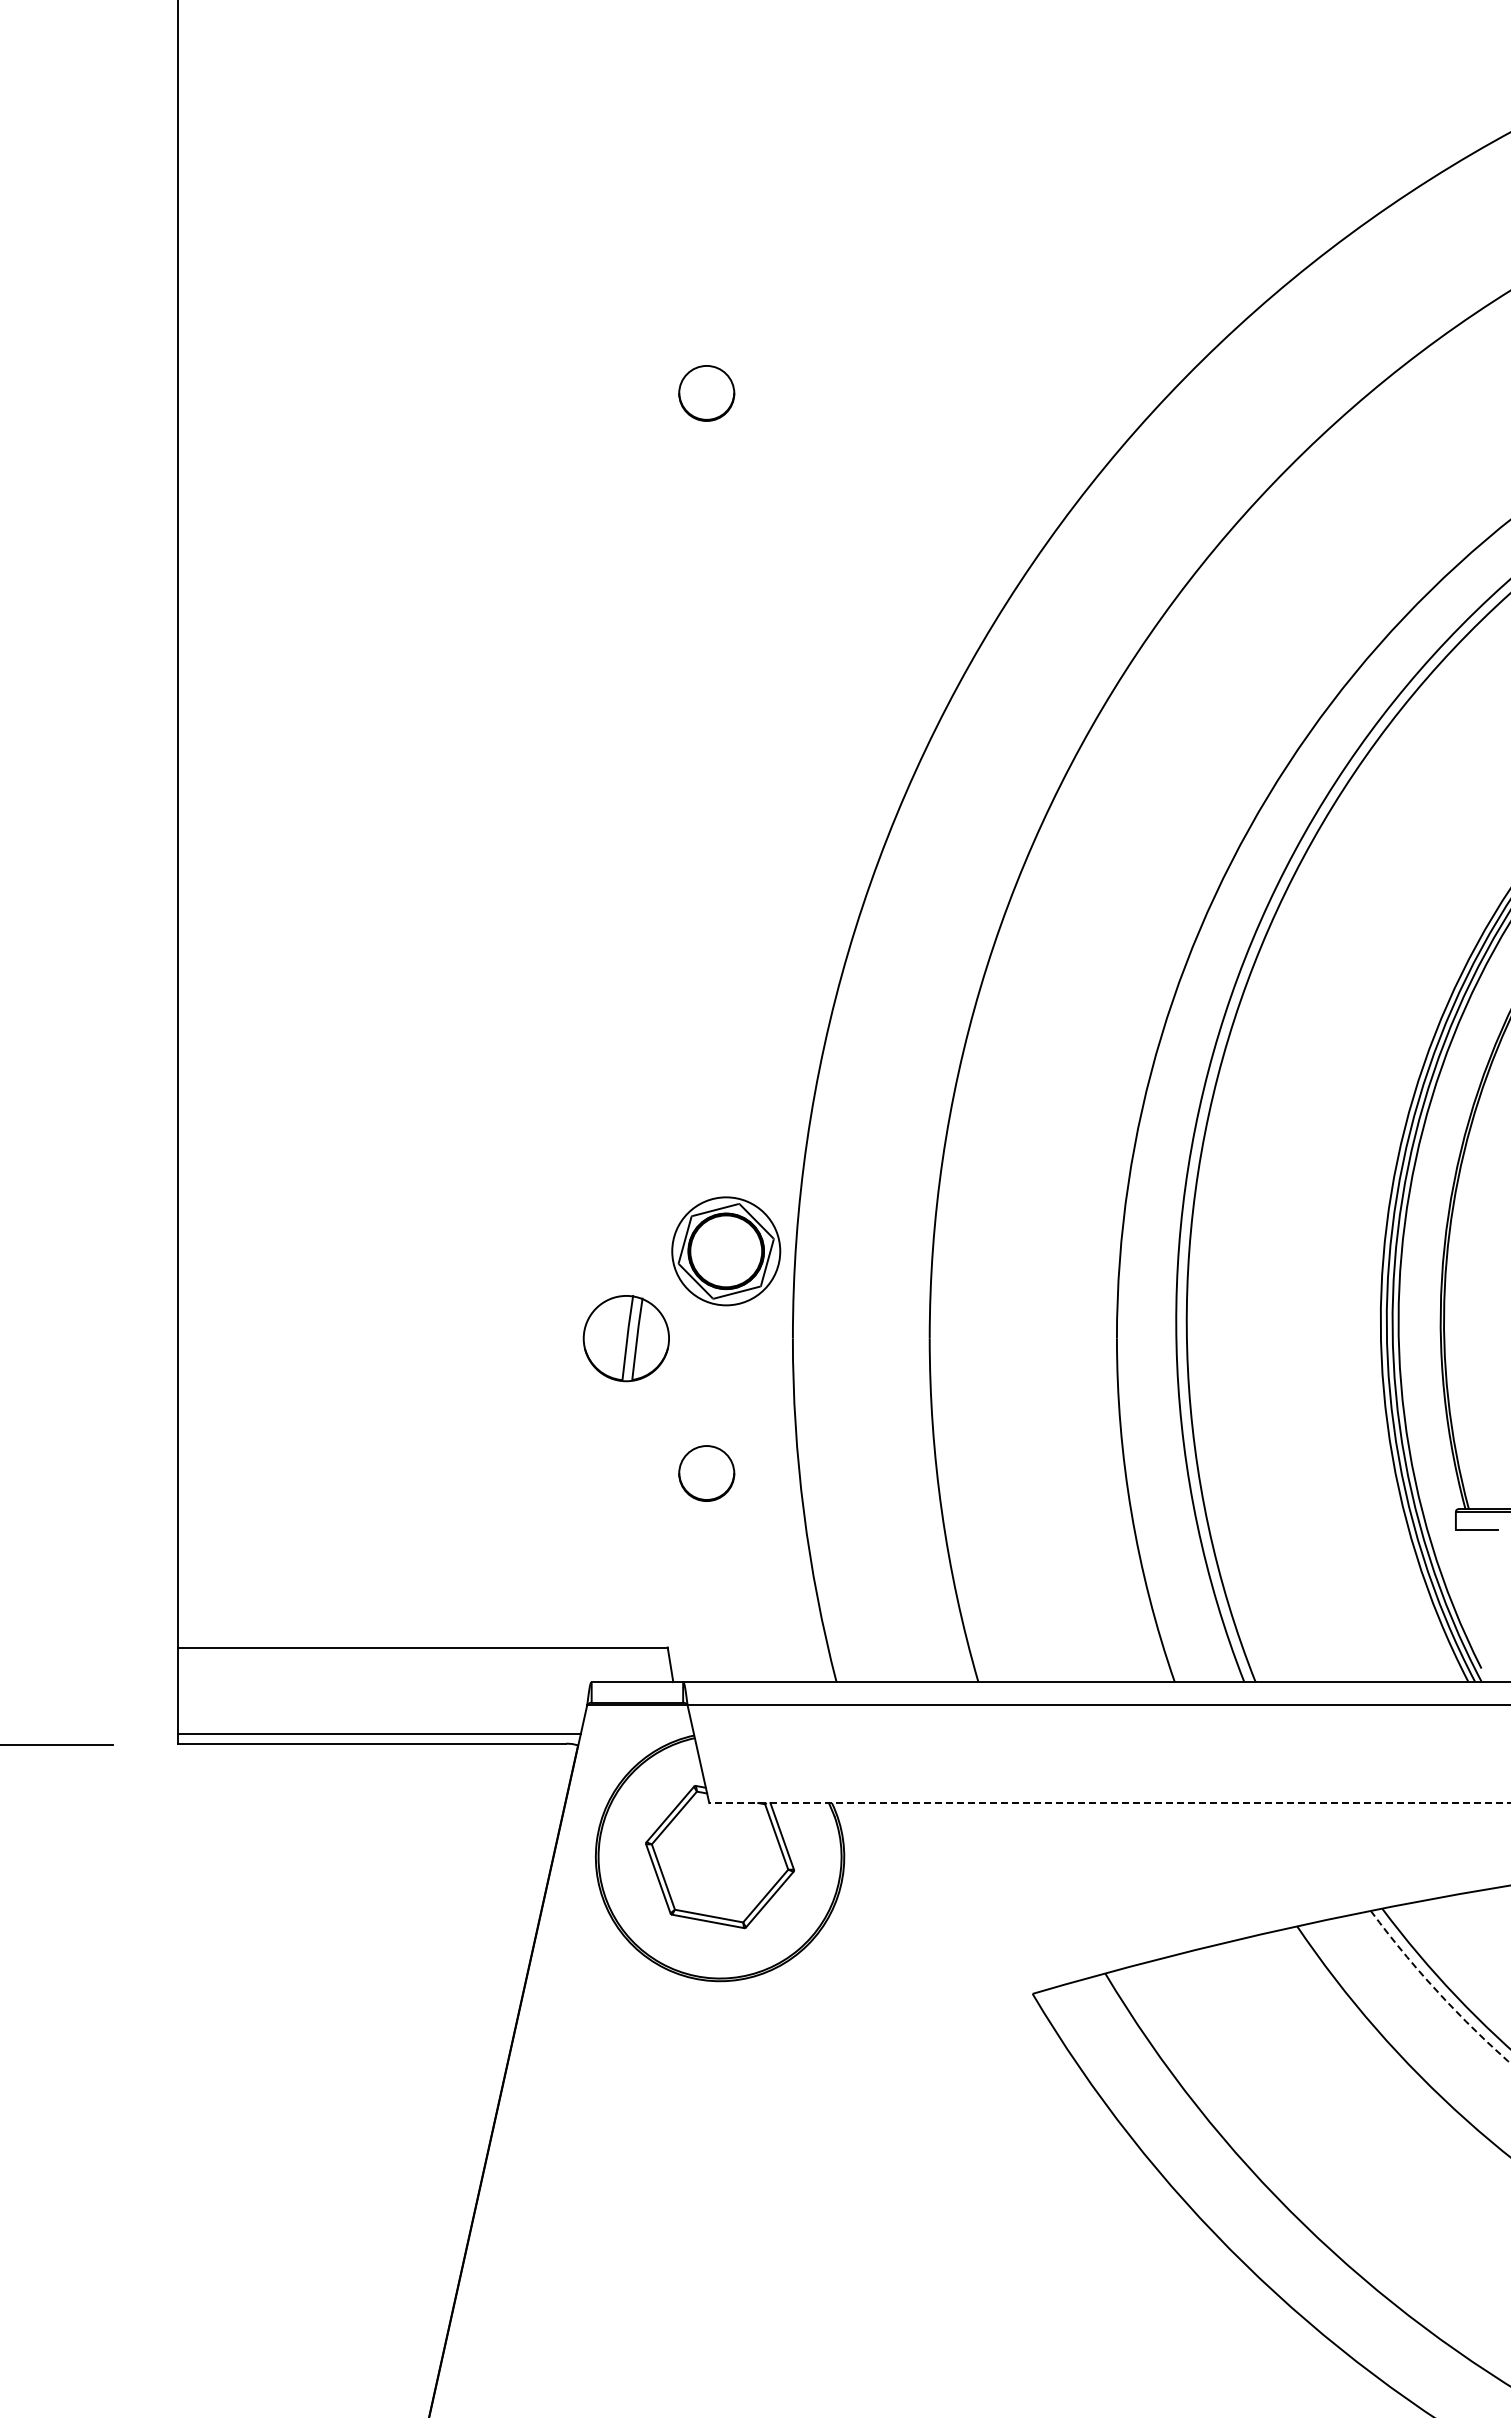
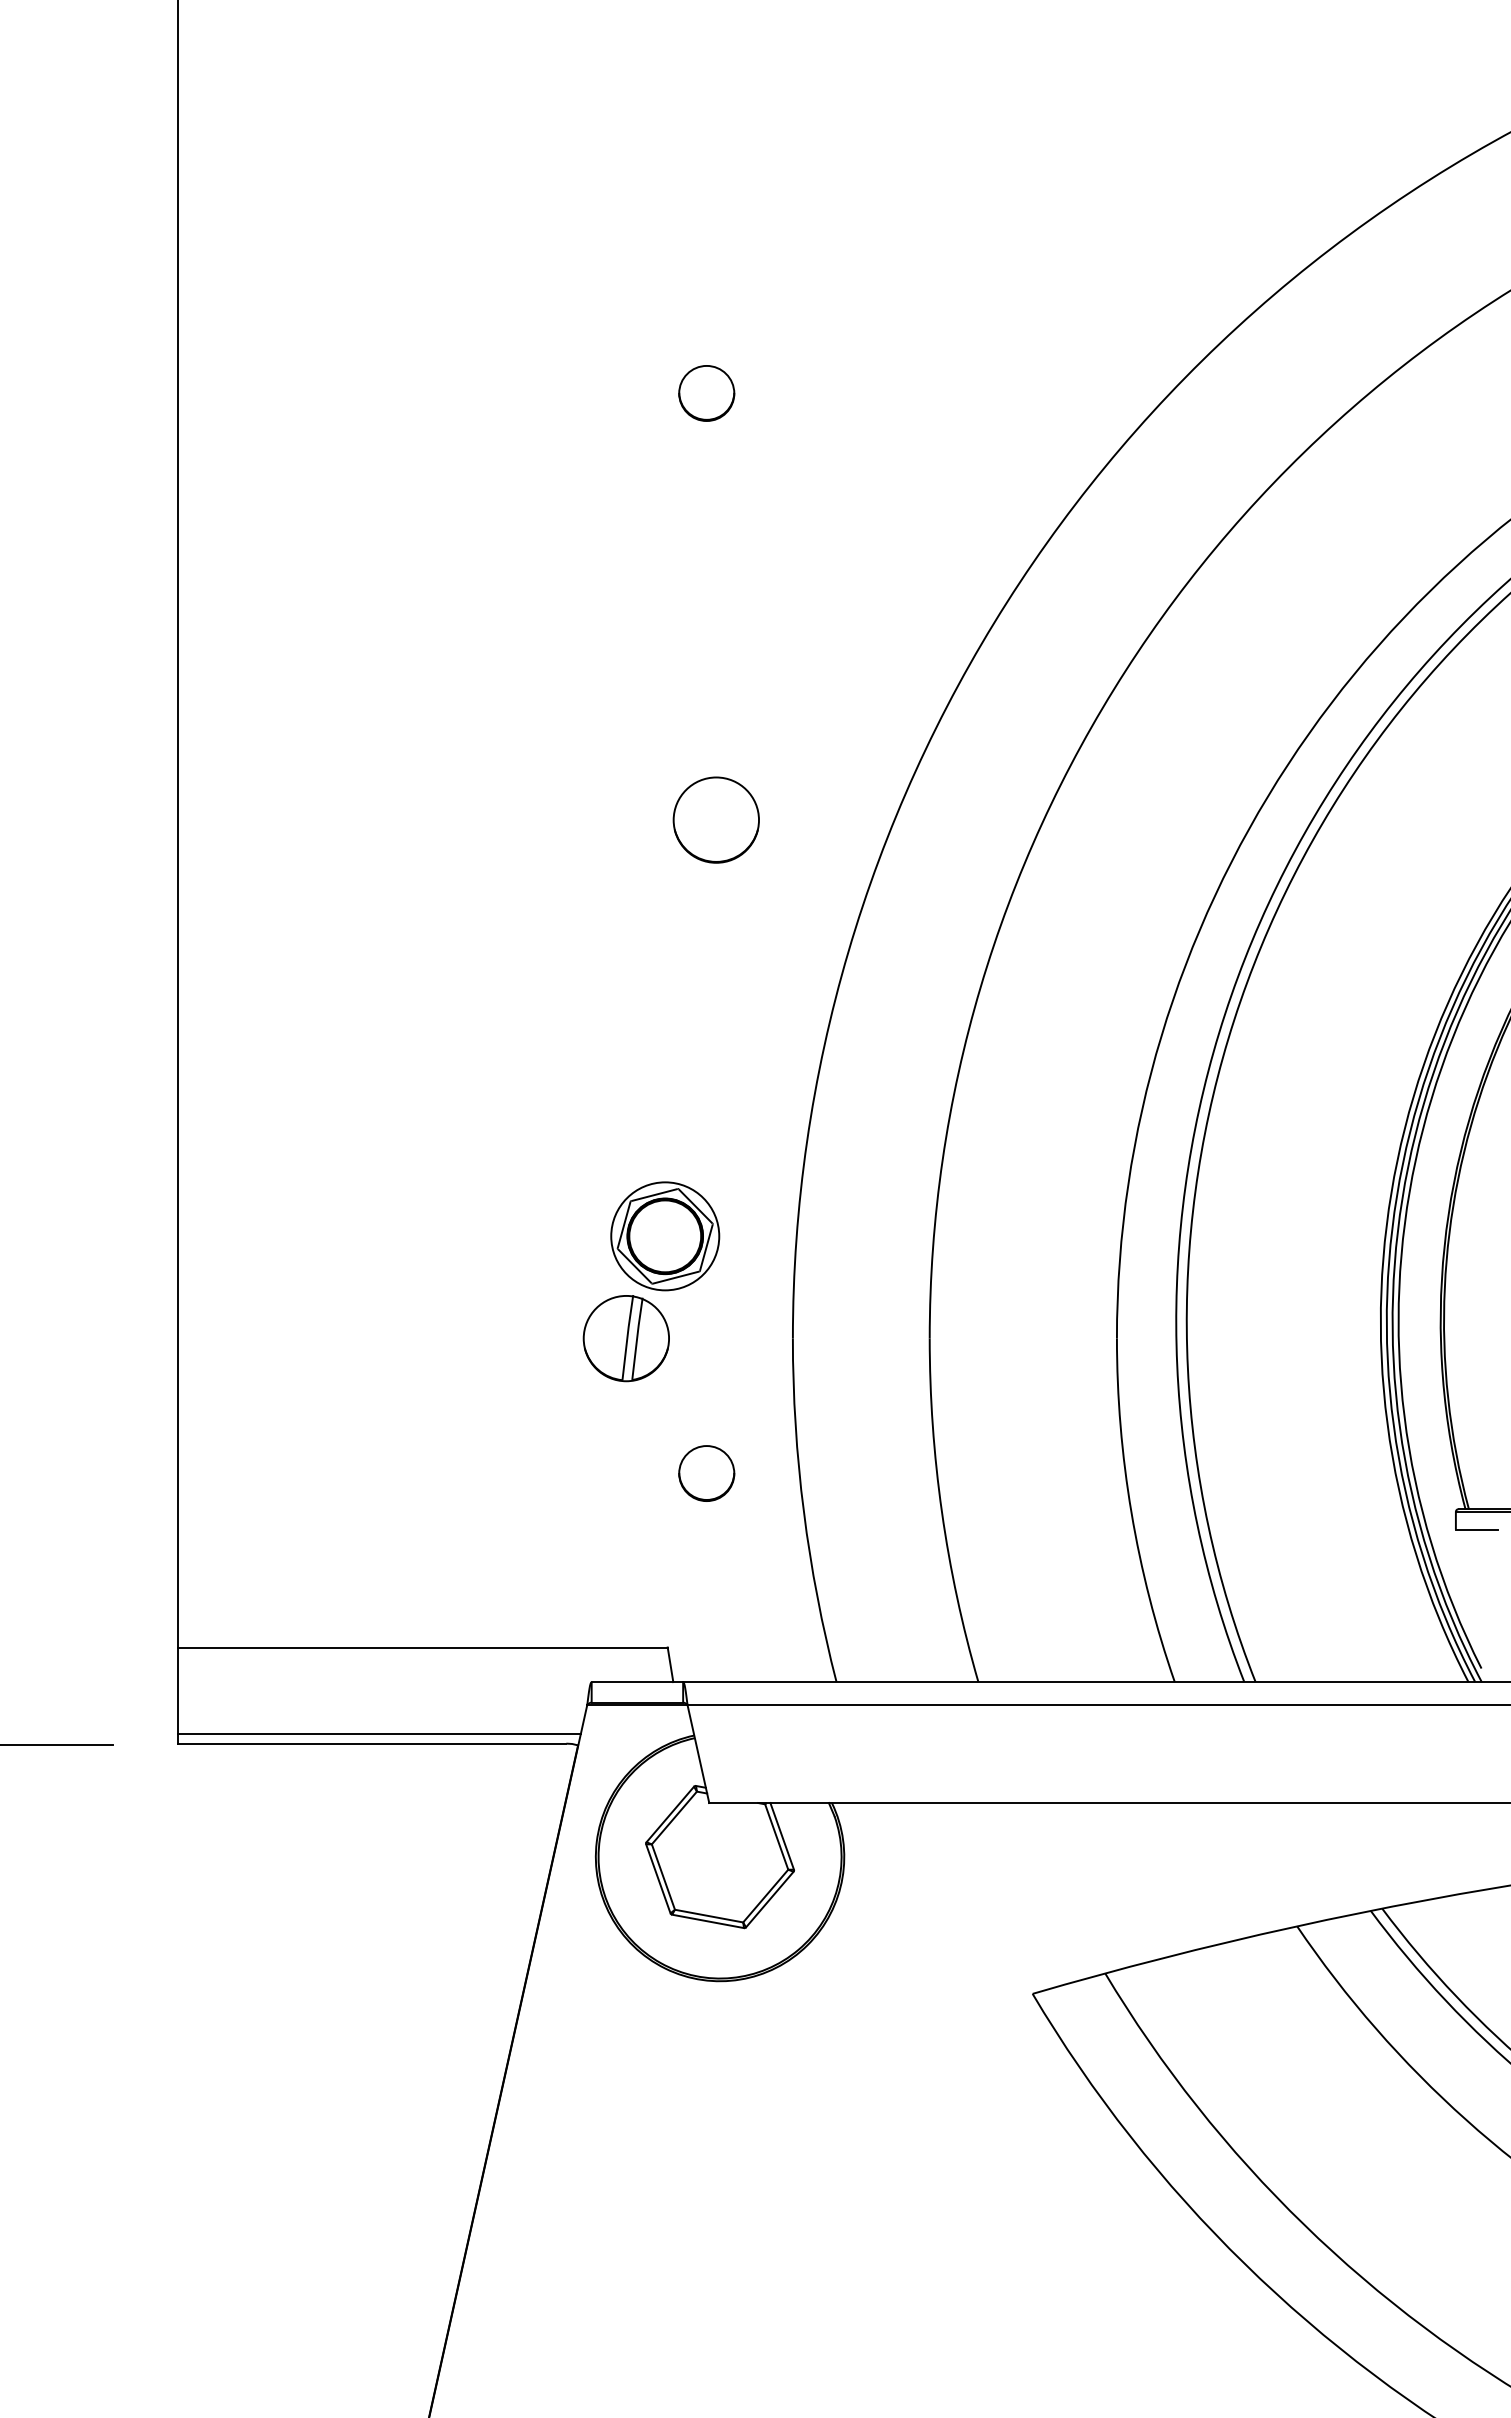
circle at (715, 819): none -> present
part at (726, 1251) position: (726, 1251) -> (665, 1236)
line at (1109, 1803): dashed -> solid
arc at (1436, 1990): dashed -> solid
